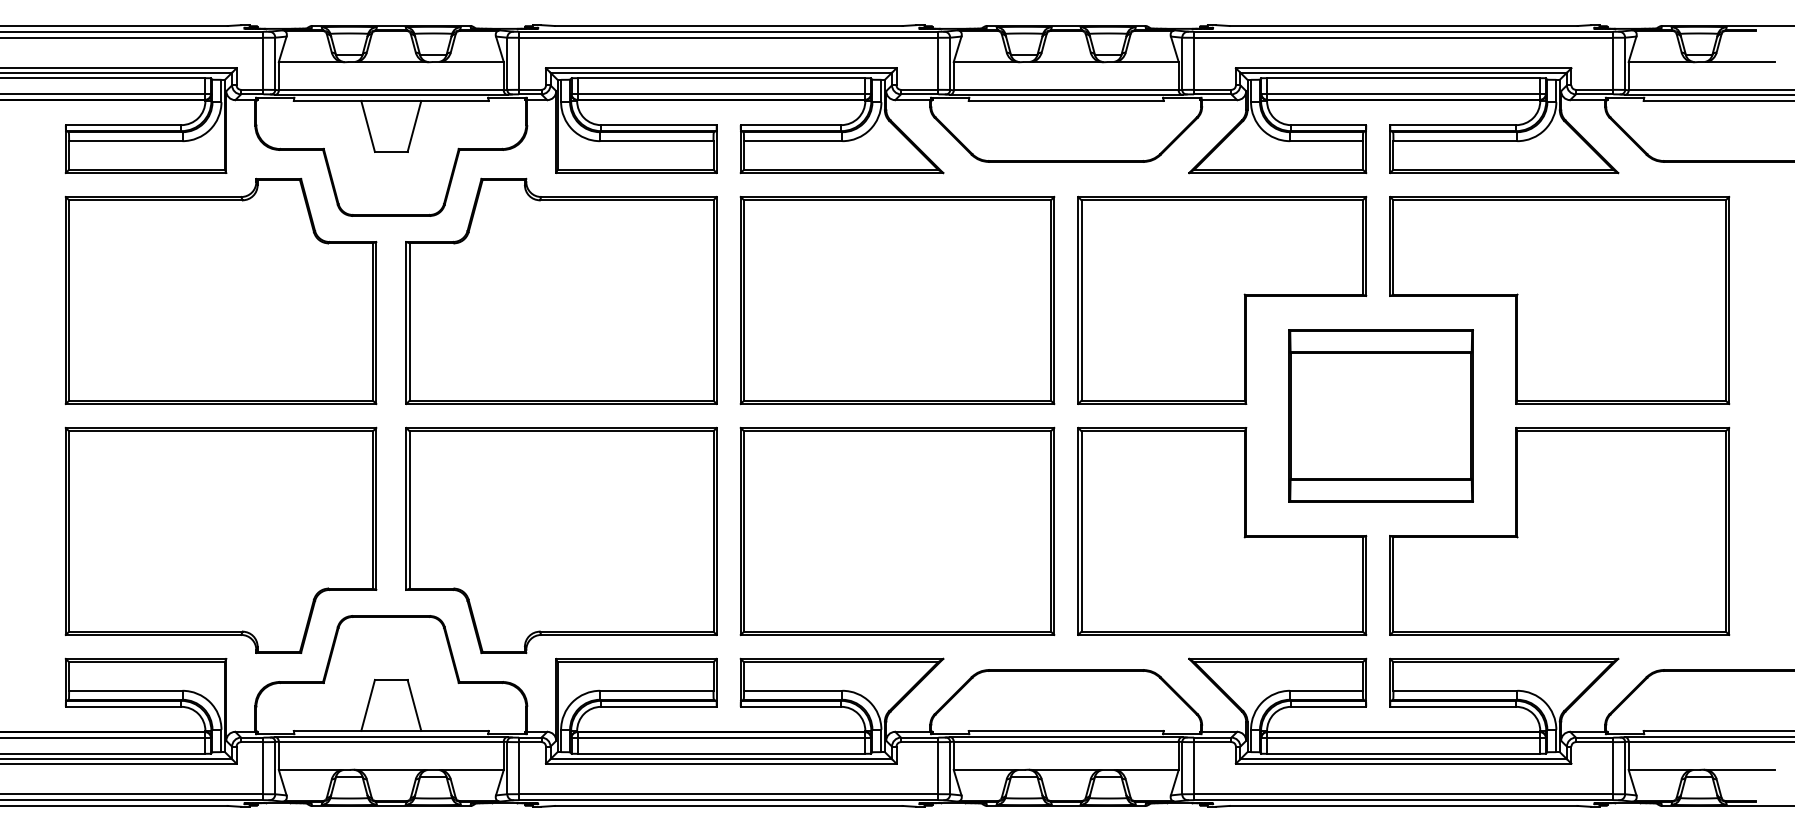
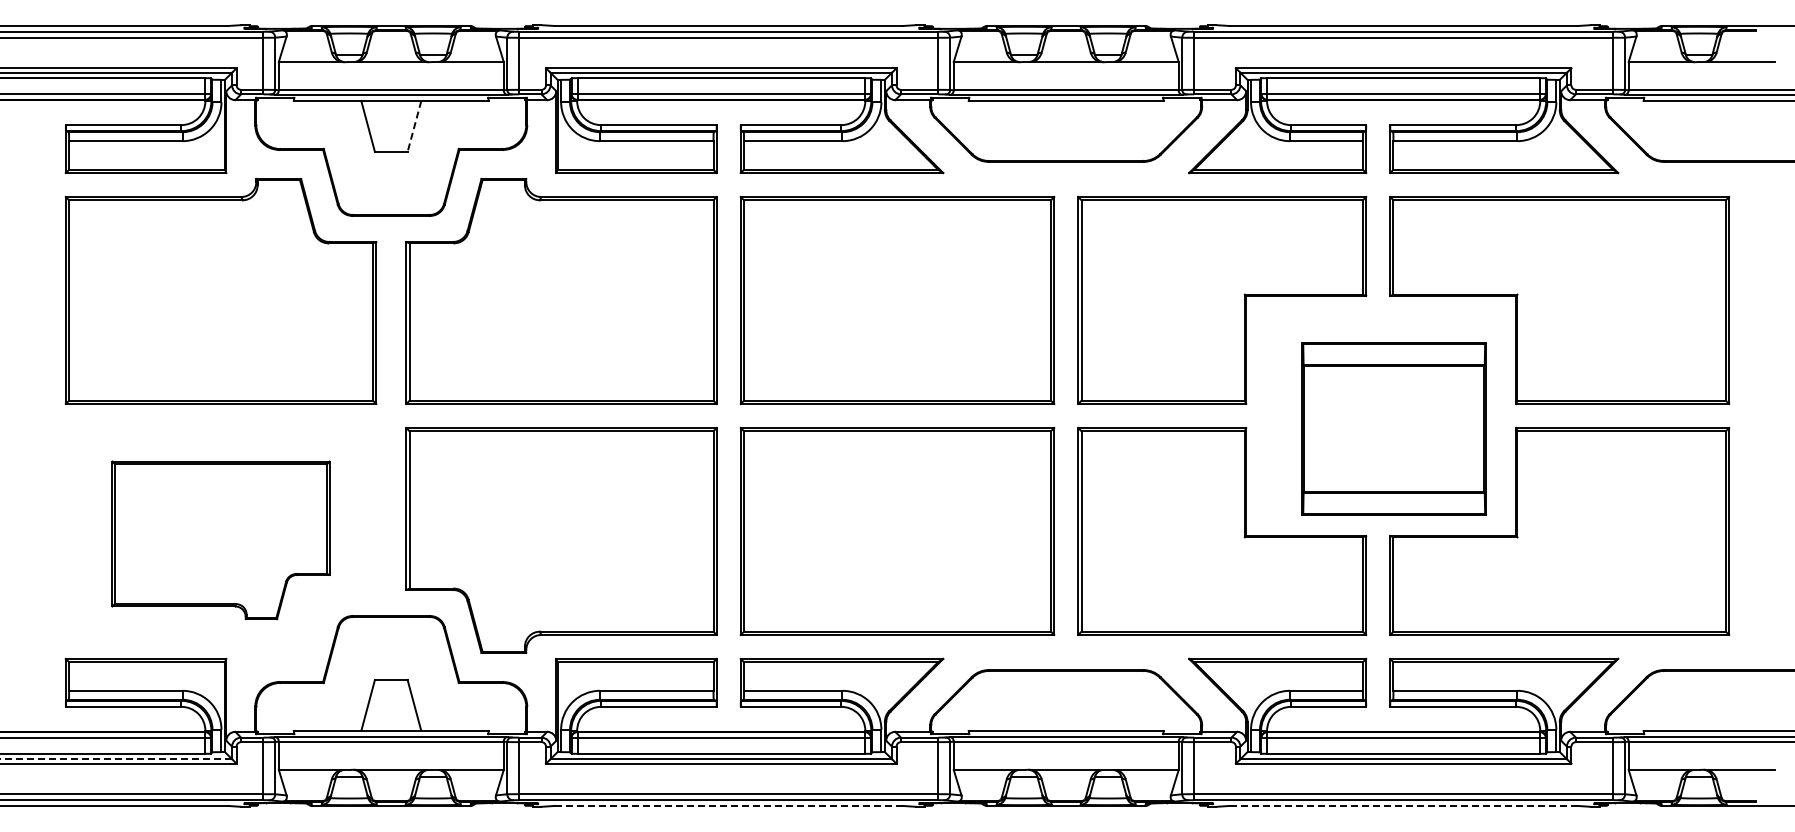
line at (414, 127): solid -> dashed
part at (1380, 415) position: (1380, 415) -> (1393, 428)
part at (220, 539) size: 314x228 px -> 220x161 px
line at (116, 759): solid -> dashed
line at (728, 805): solid -> dashed
line at (1403, 805): solid -> dashed
